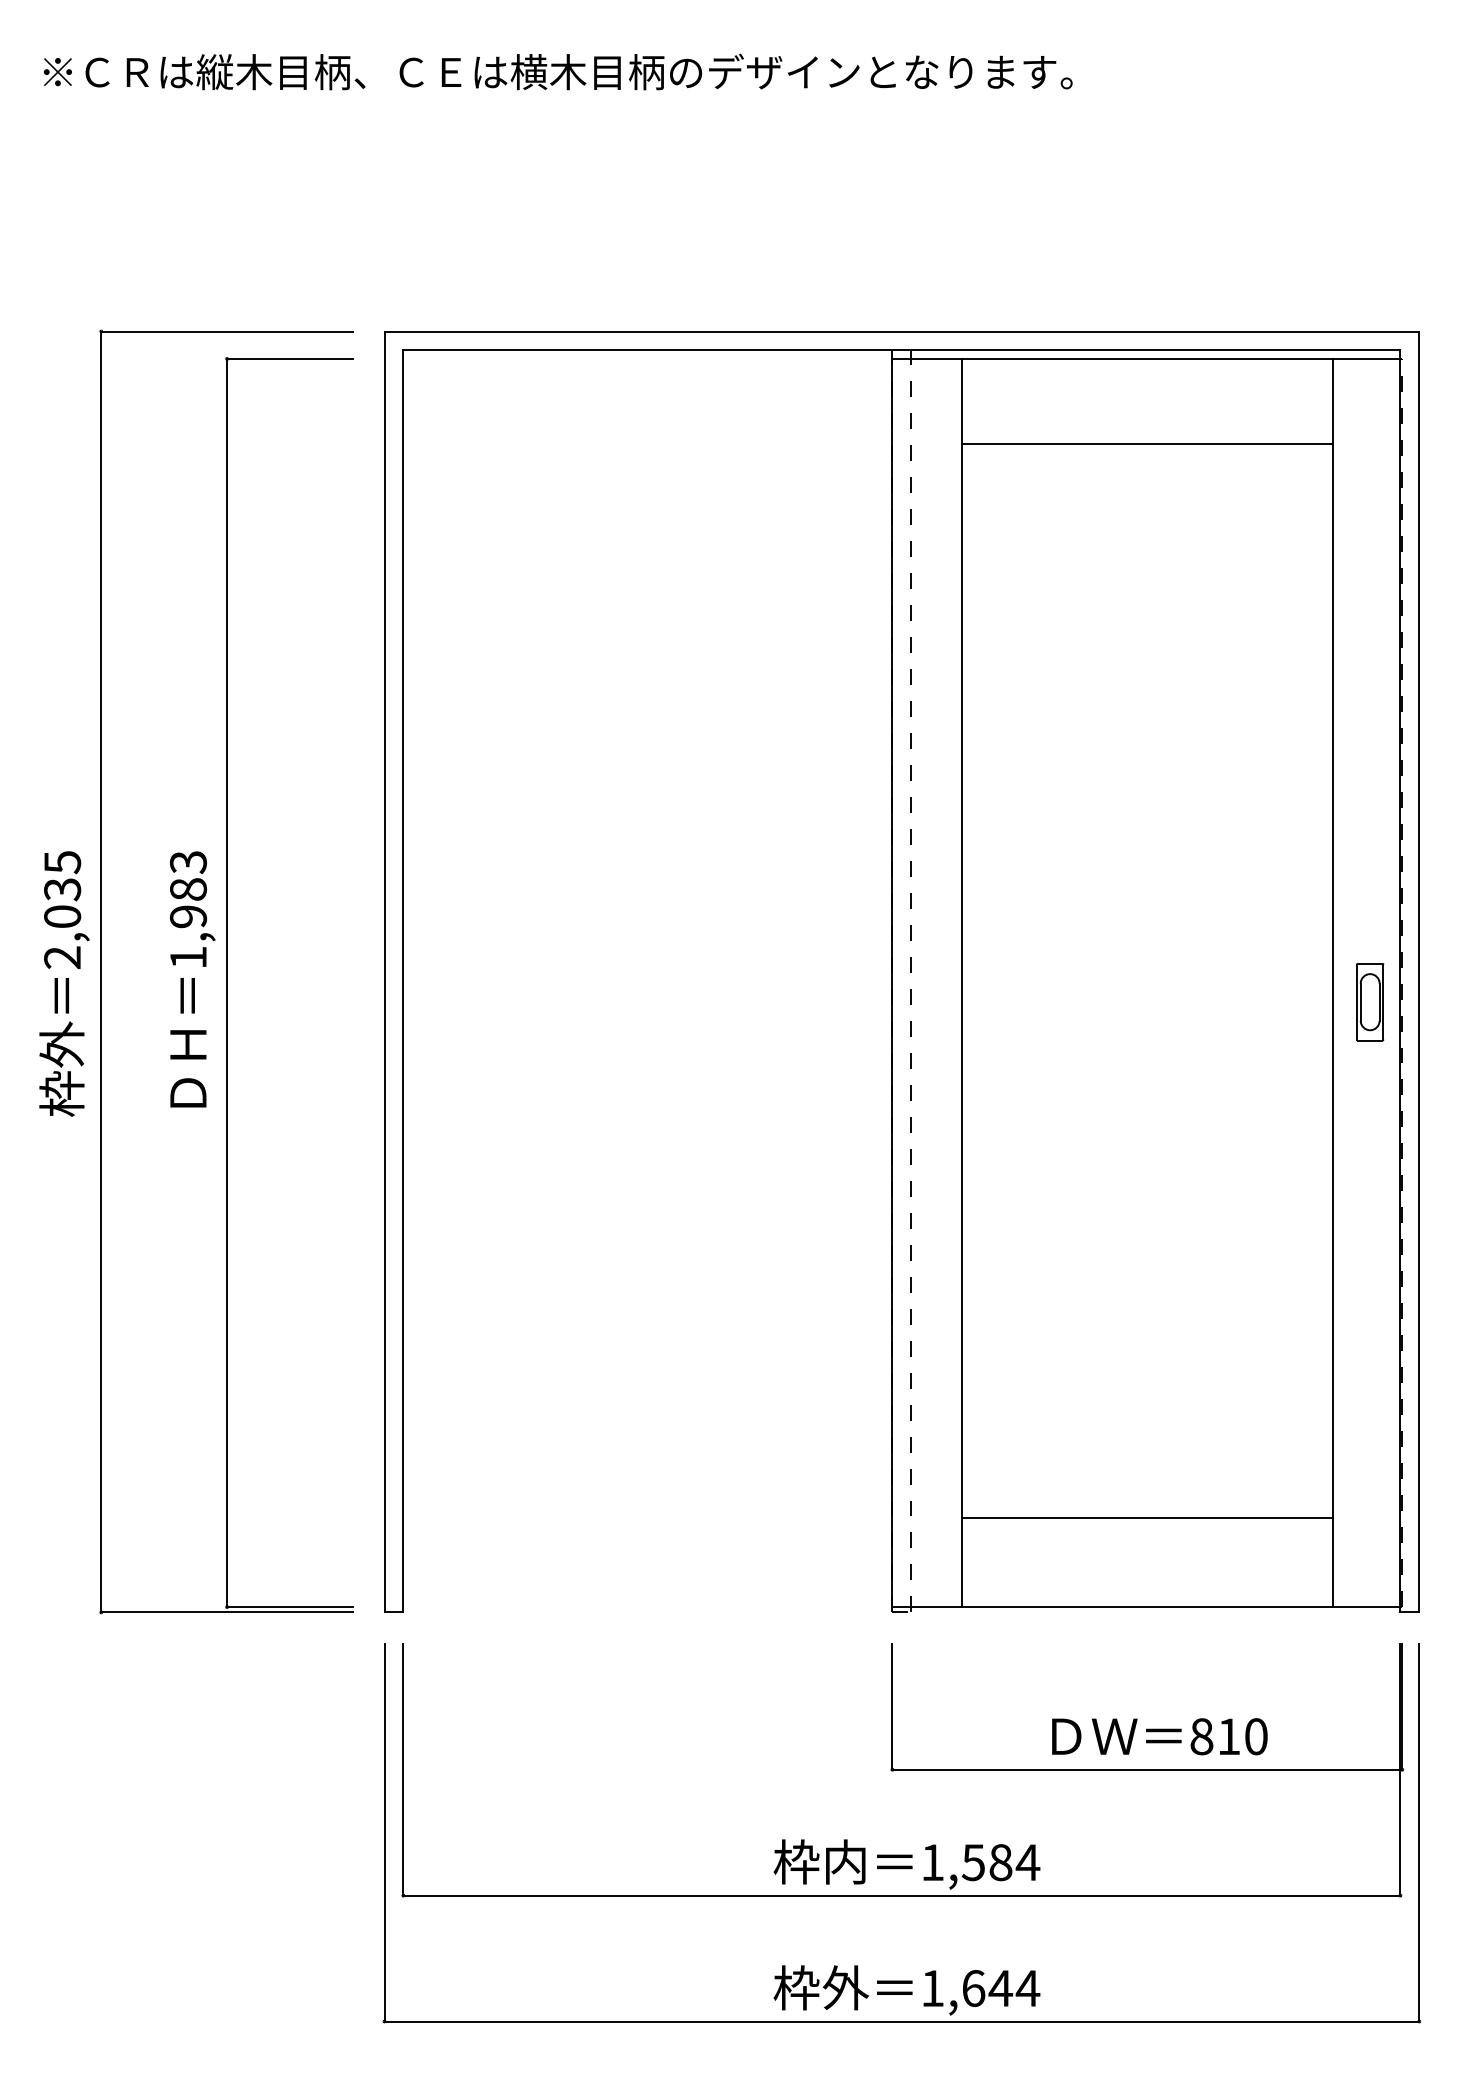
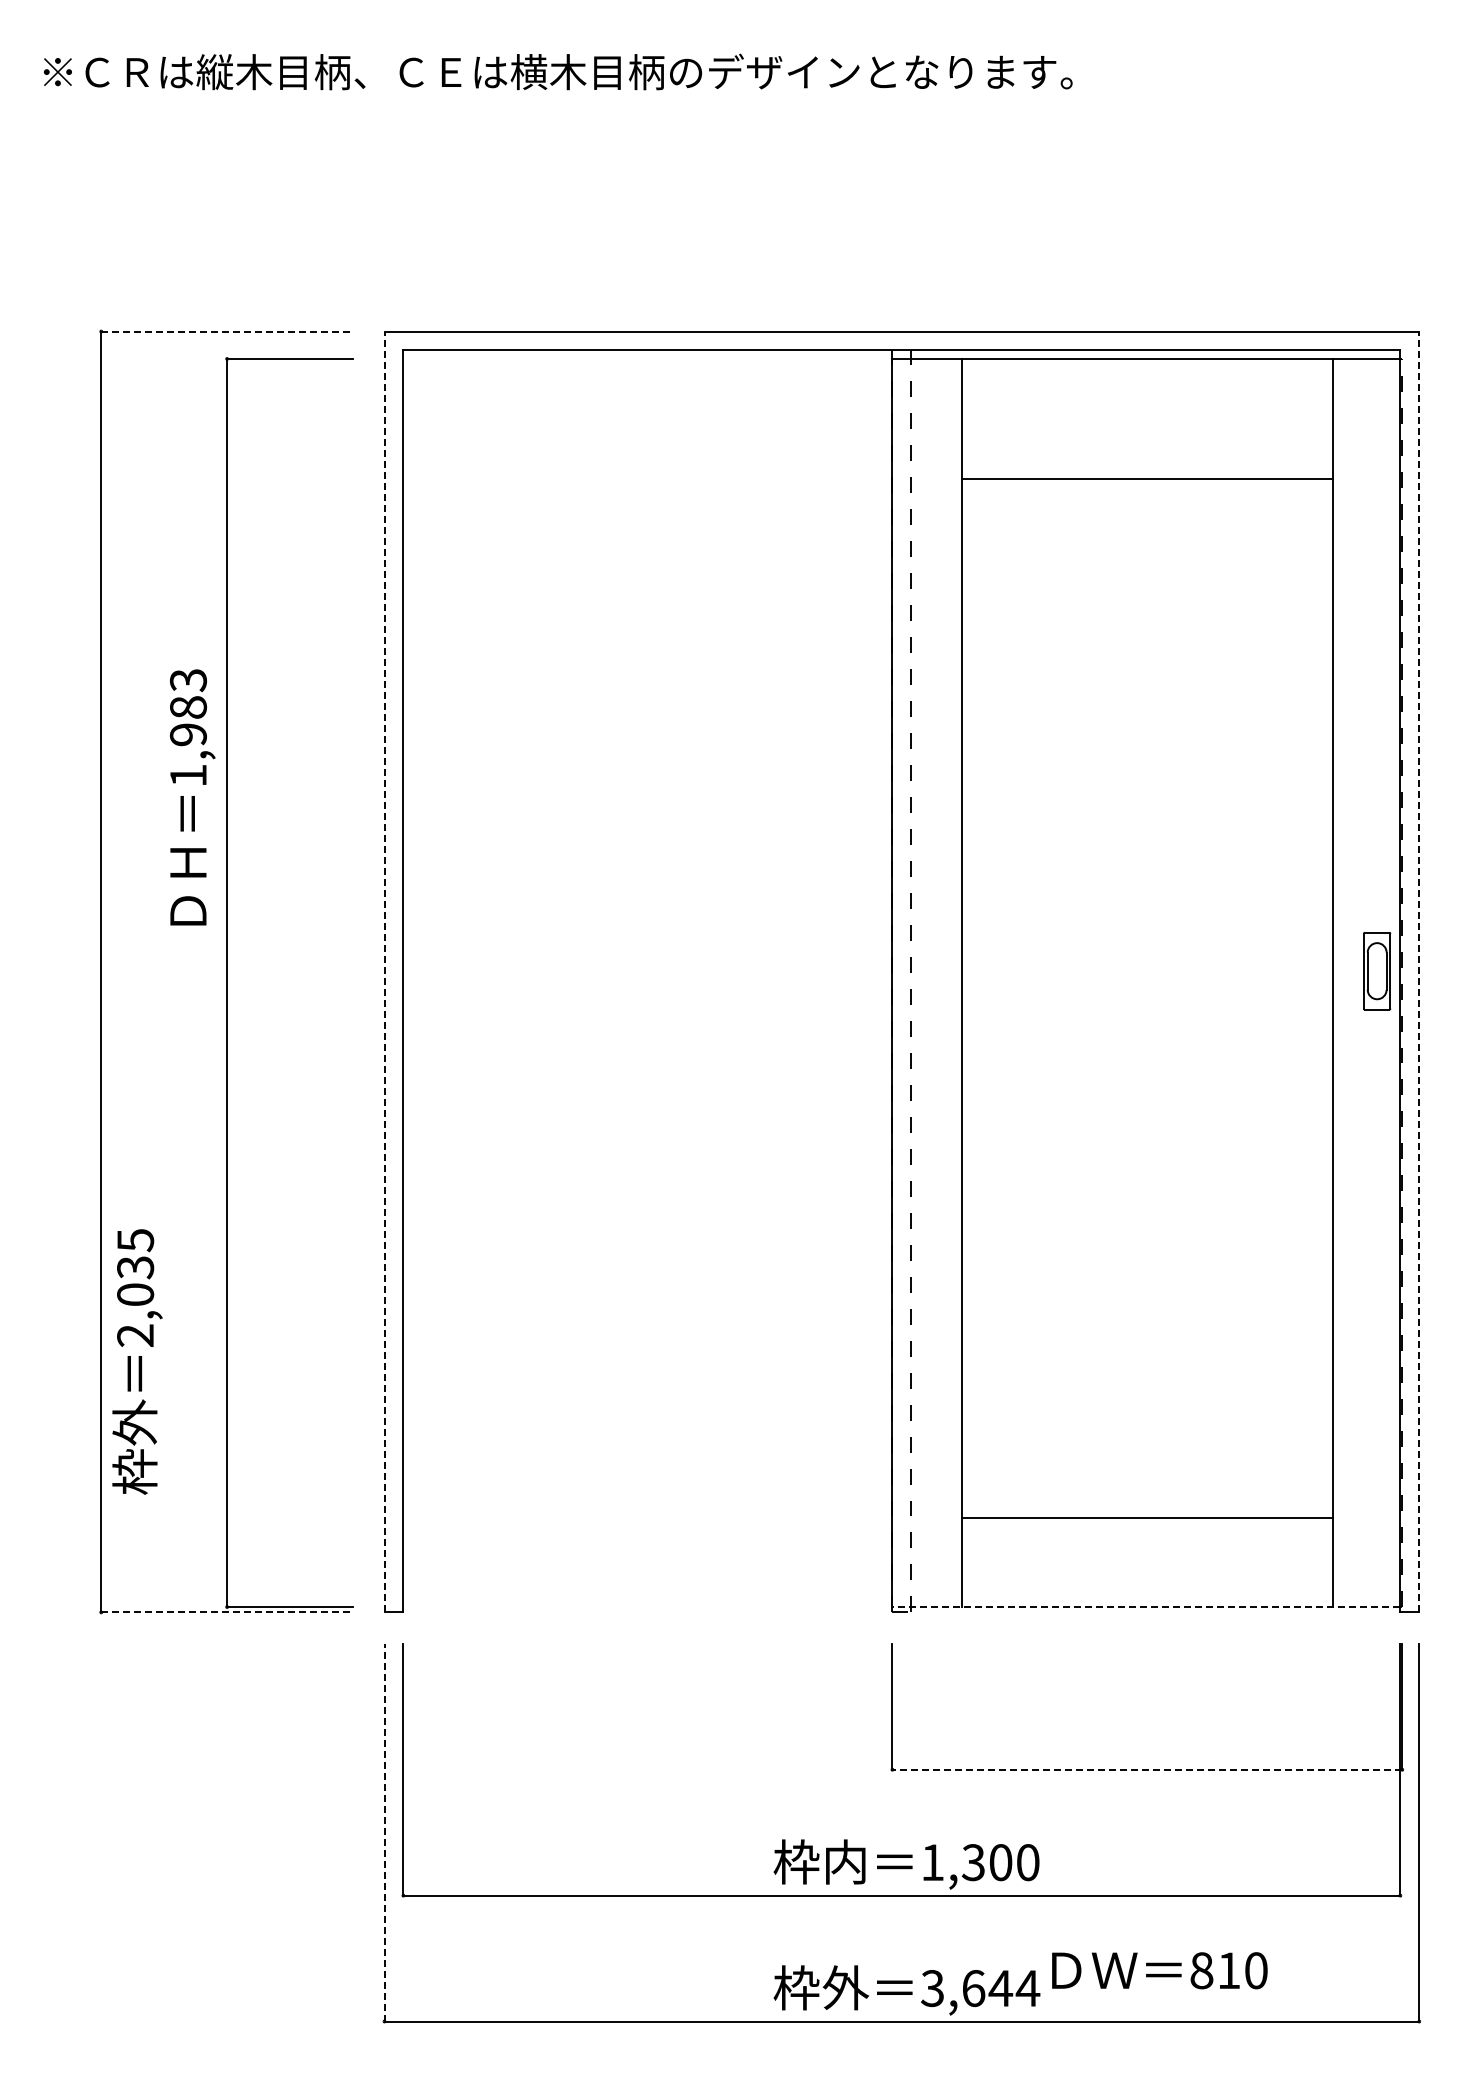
line at (227, 331): solid -> dashed
line at (1147, 444) position: (1147, 444) -> (1147, 479)
line at (384, 971): solid -> dashed
line at (1419, 971): solid -> dashed
text at (192, 979) position: (192, 979) -> (192, 797)
text at (64, 983) position: (64, 983) -> (137, 1361)
part at (1370, 1002) position: (1370, 1002) -> (1377, 971)
line at (1146, 1607): solid -> dashed
line at (227, 1612): solid -> dashed
text at (1159, 1736) position: (1159, 1736) -> (1159, 1970)
line at (1147, 1769): solid -> dashed
line at (384, 1832): solid -> dashed
text at (1001, 1862): 1,584 -> 1,300
text at (932, 1988): 1,644 -> 3,644
